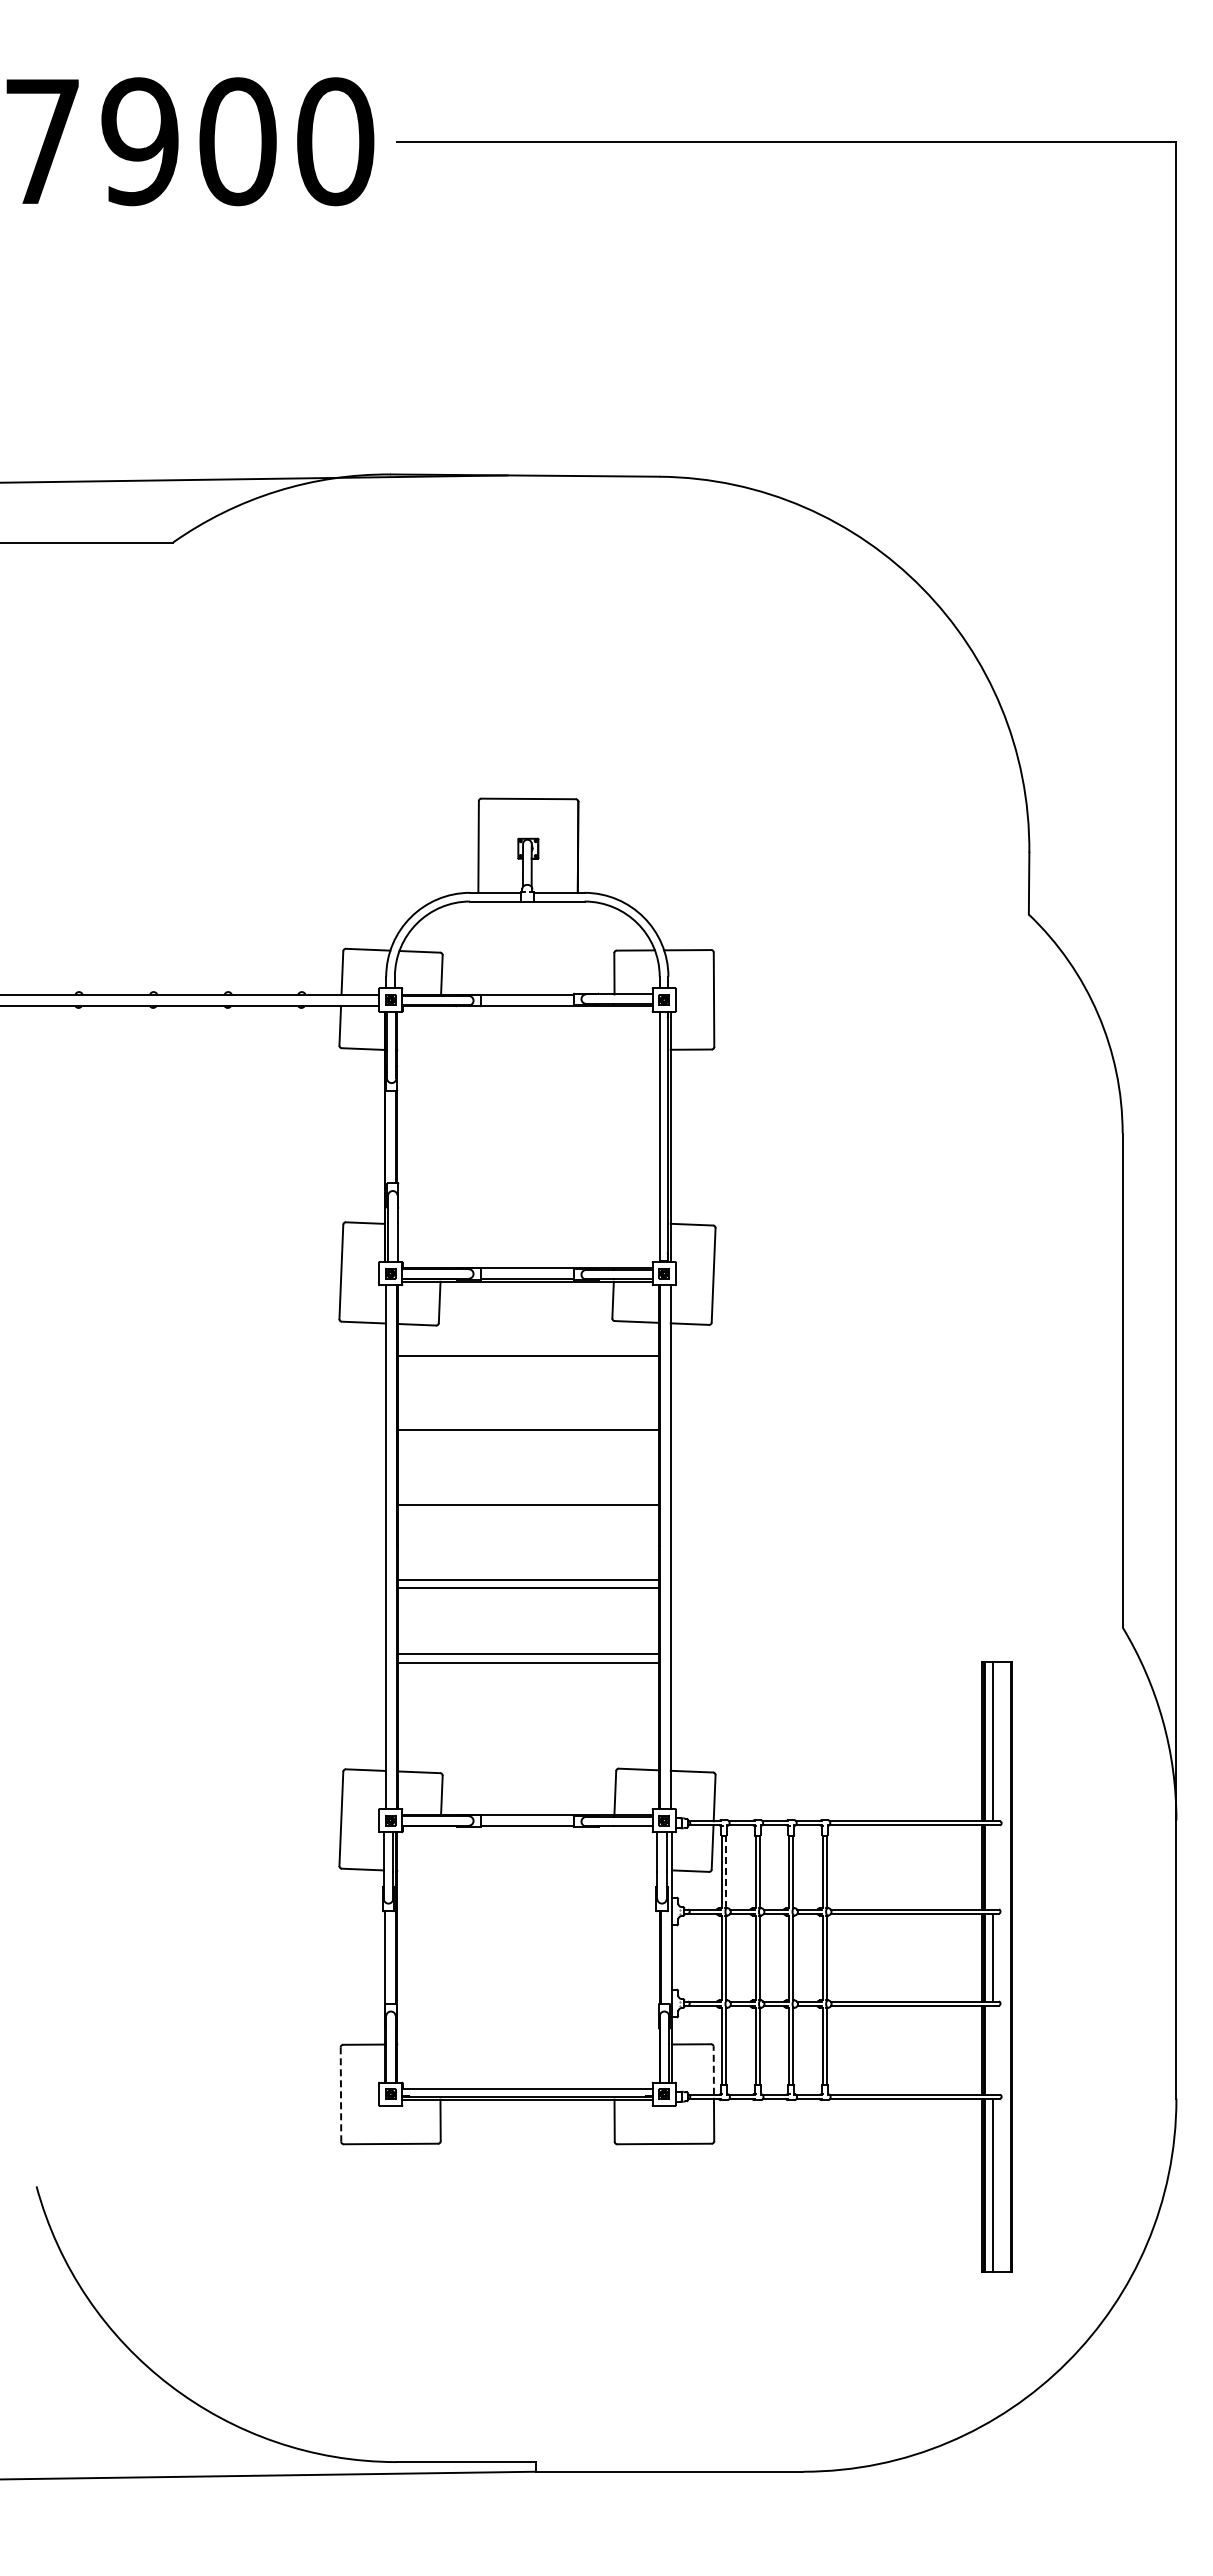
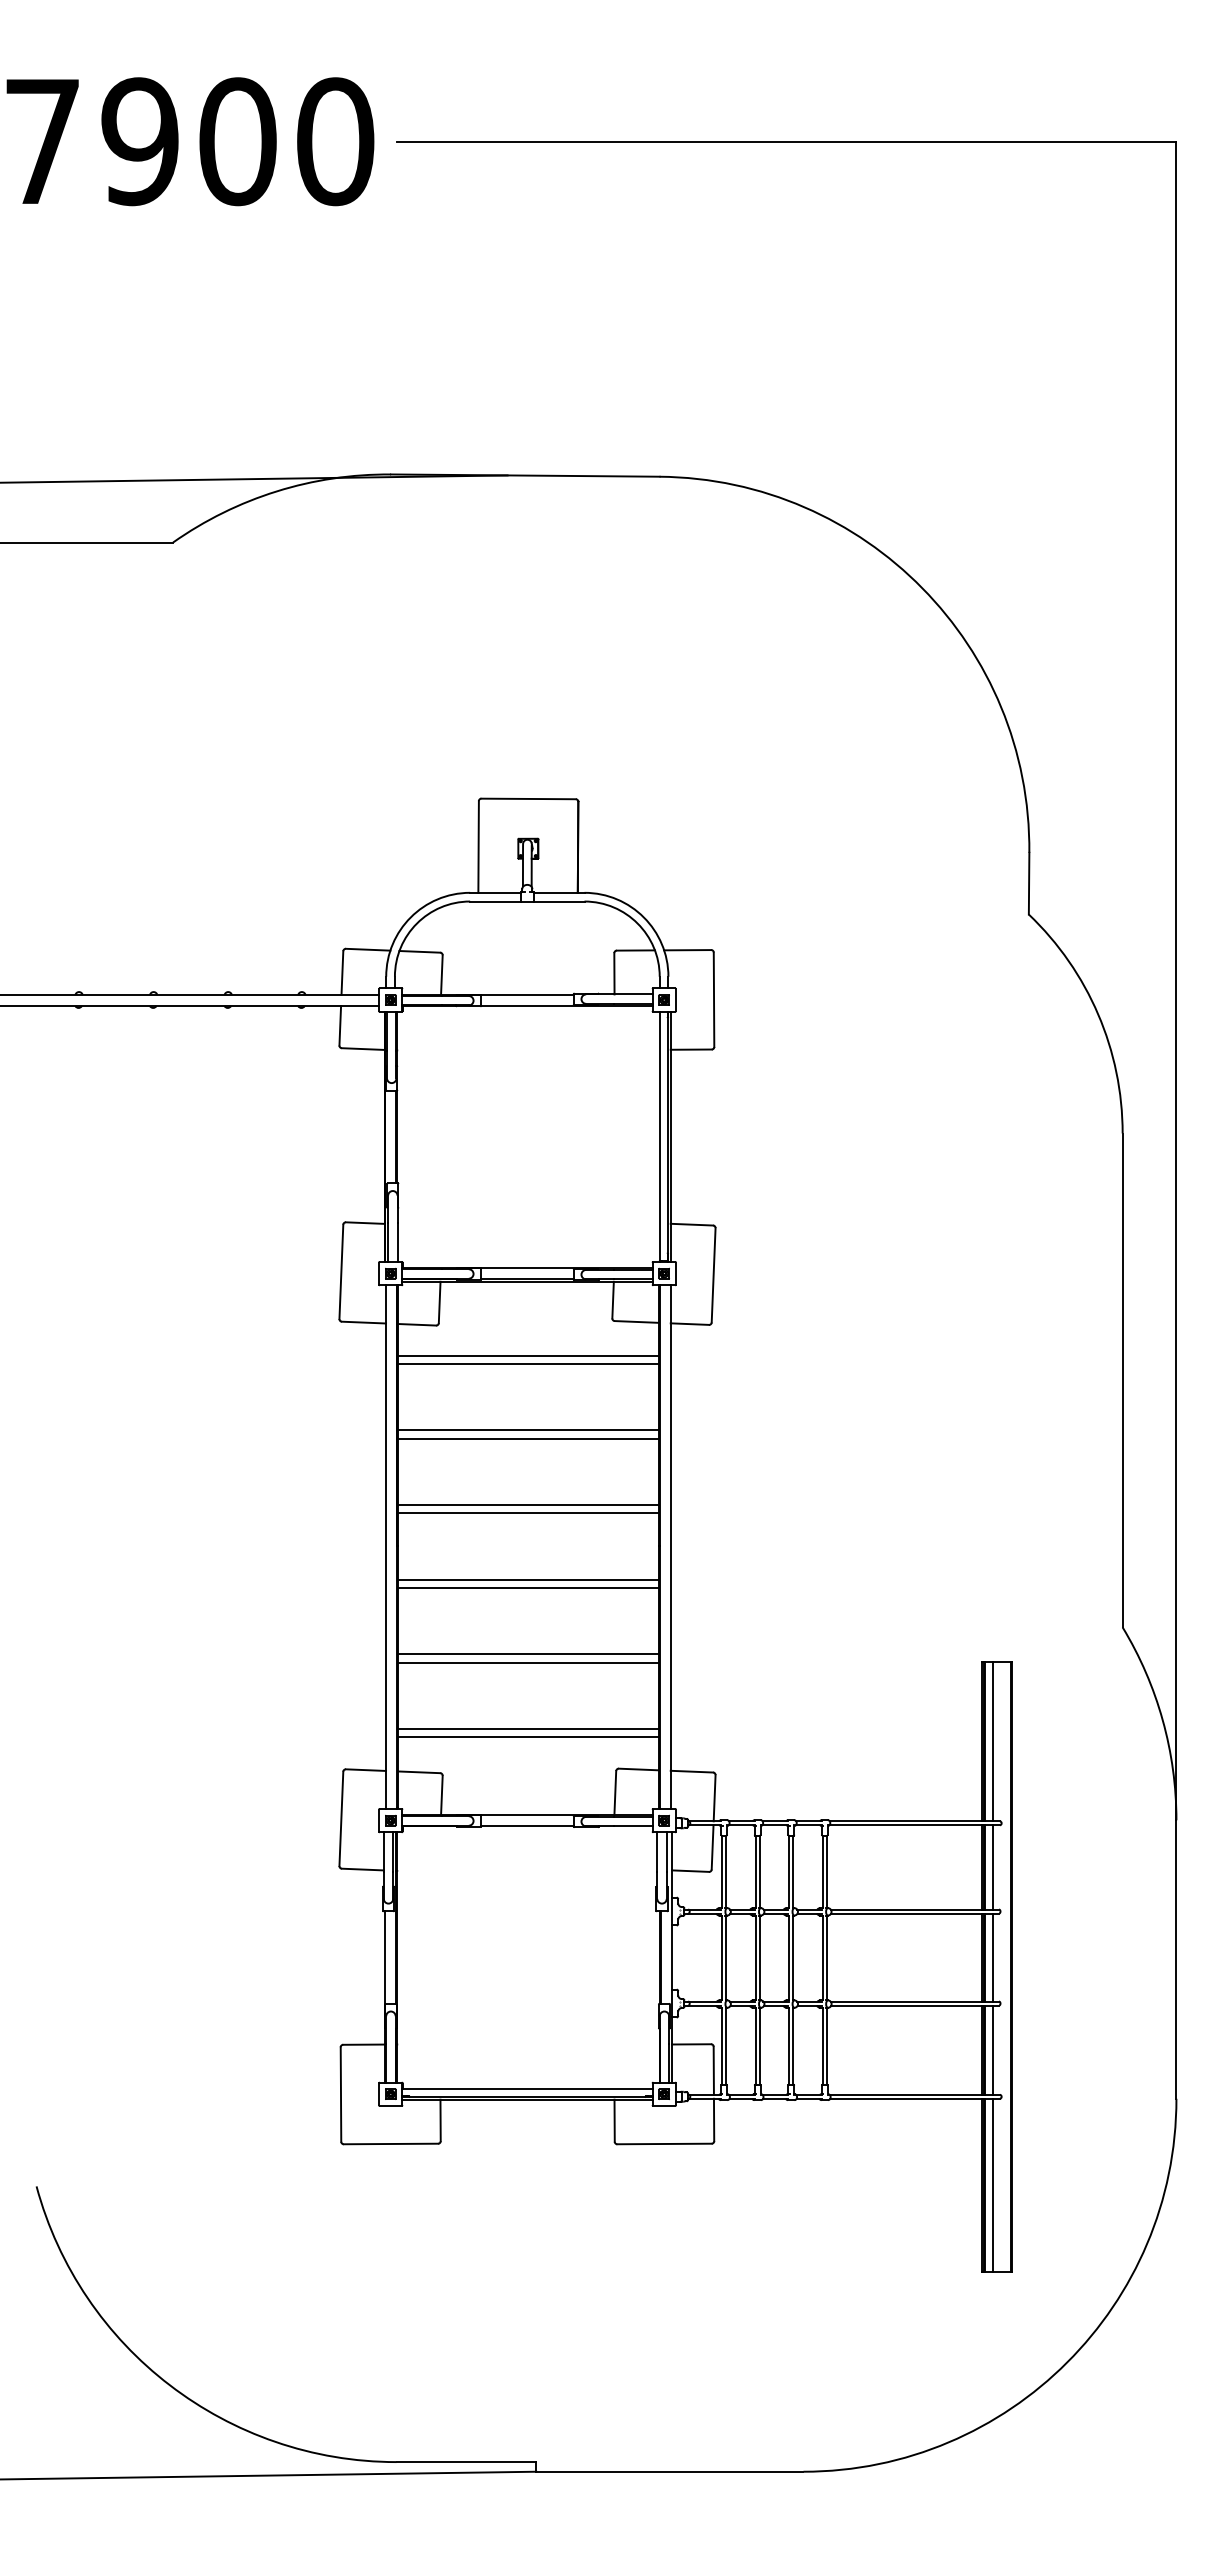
line at (528, 1364): none -> present
line at (528, 1438): none -> present
line at (528, 1513): none -> present
line at (528, 1728): none -> present
line at (528, 1737): none -> present
line at (992, 1867): none -> present
line at (726, 1871): dashed -> solid
line at (992, 2049): none -> present
line at (713, 2070): dashed -> solid
line at (341, 2095): dashed -> solid
